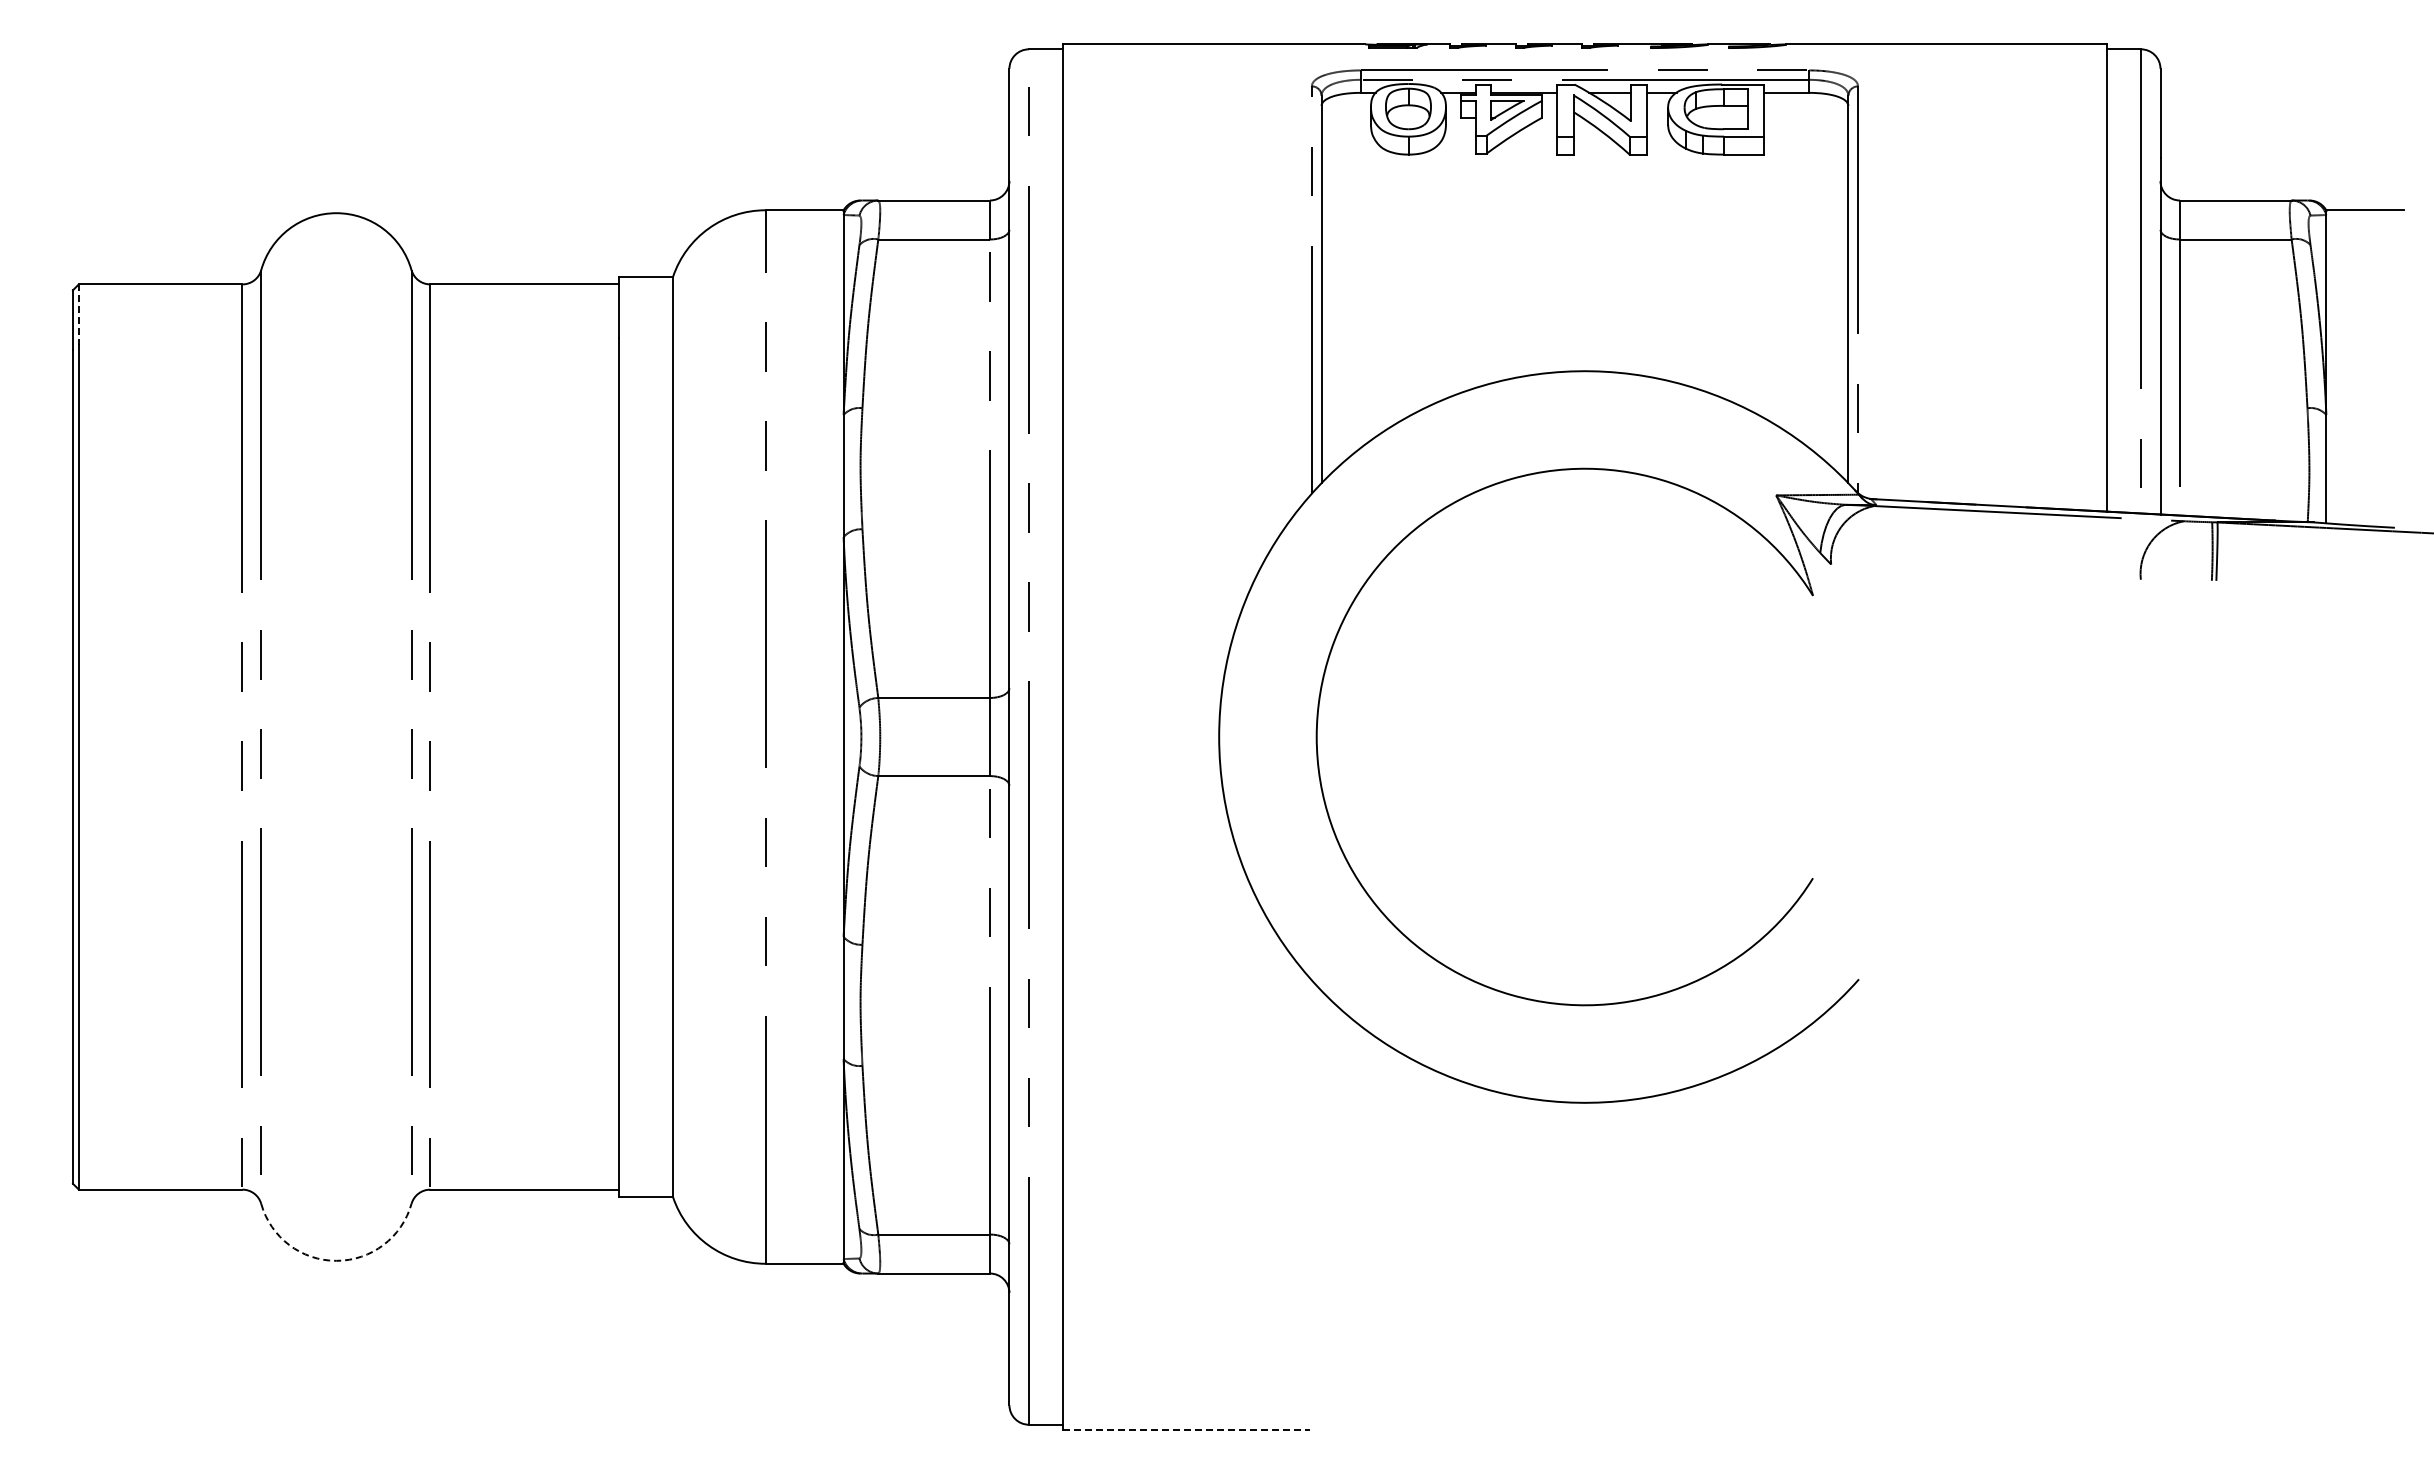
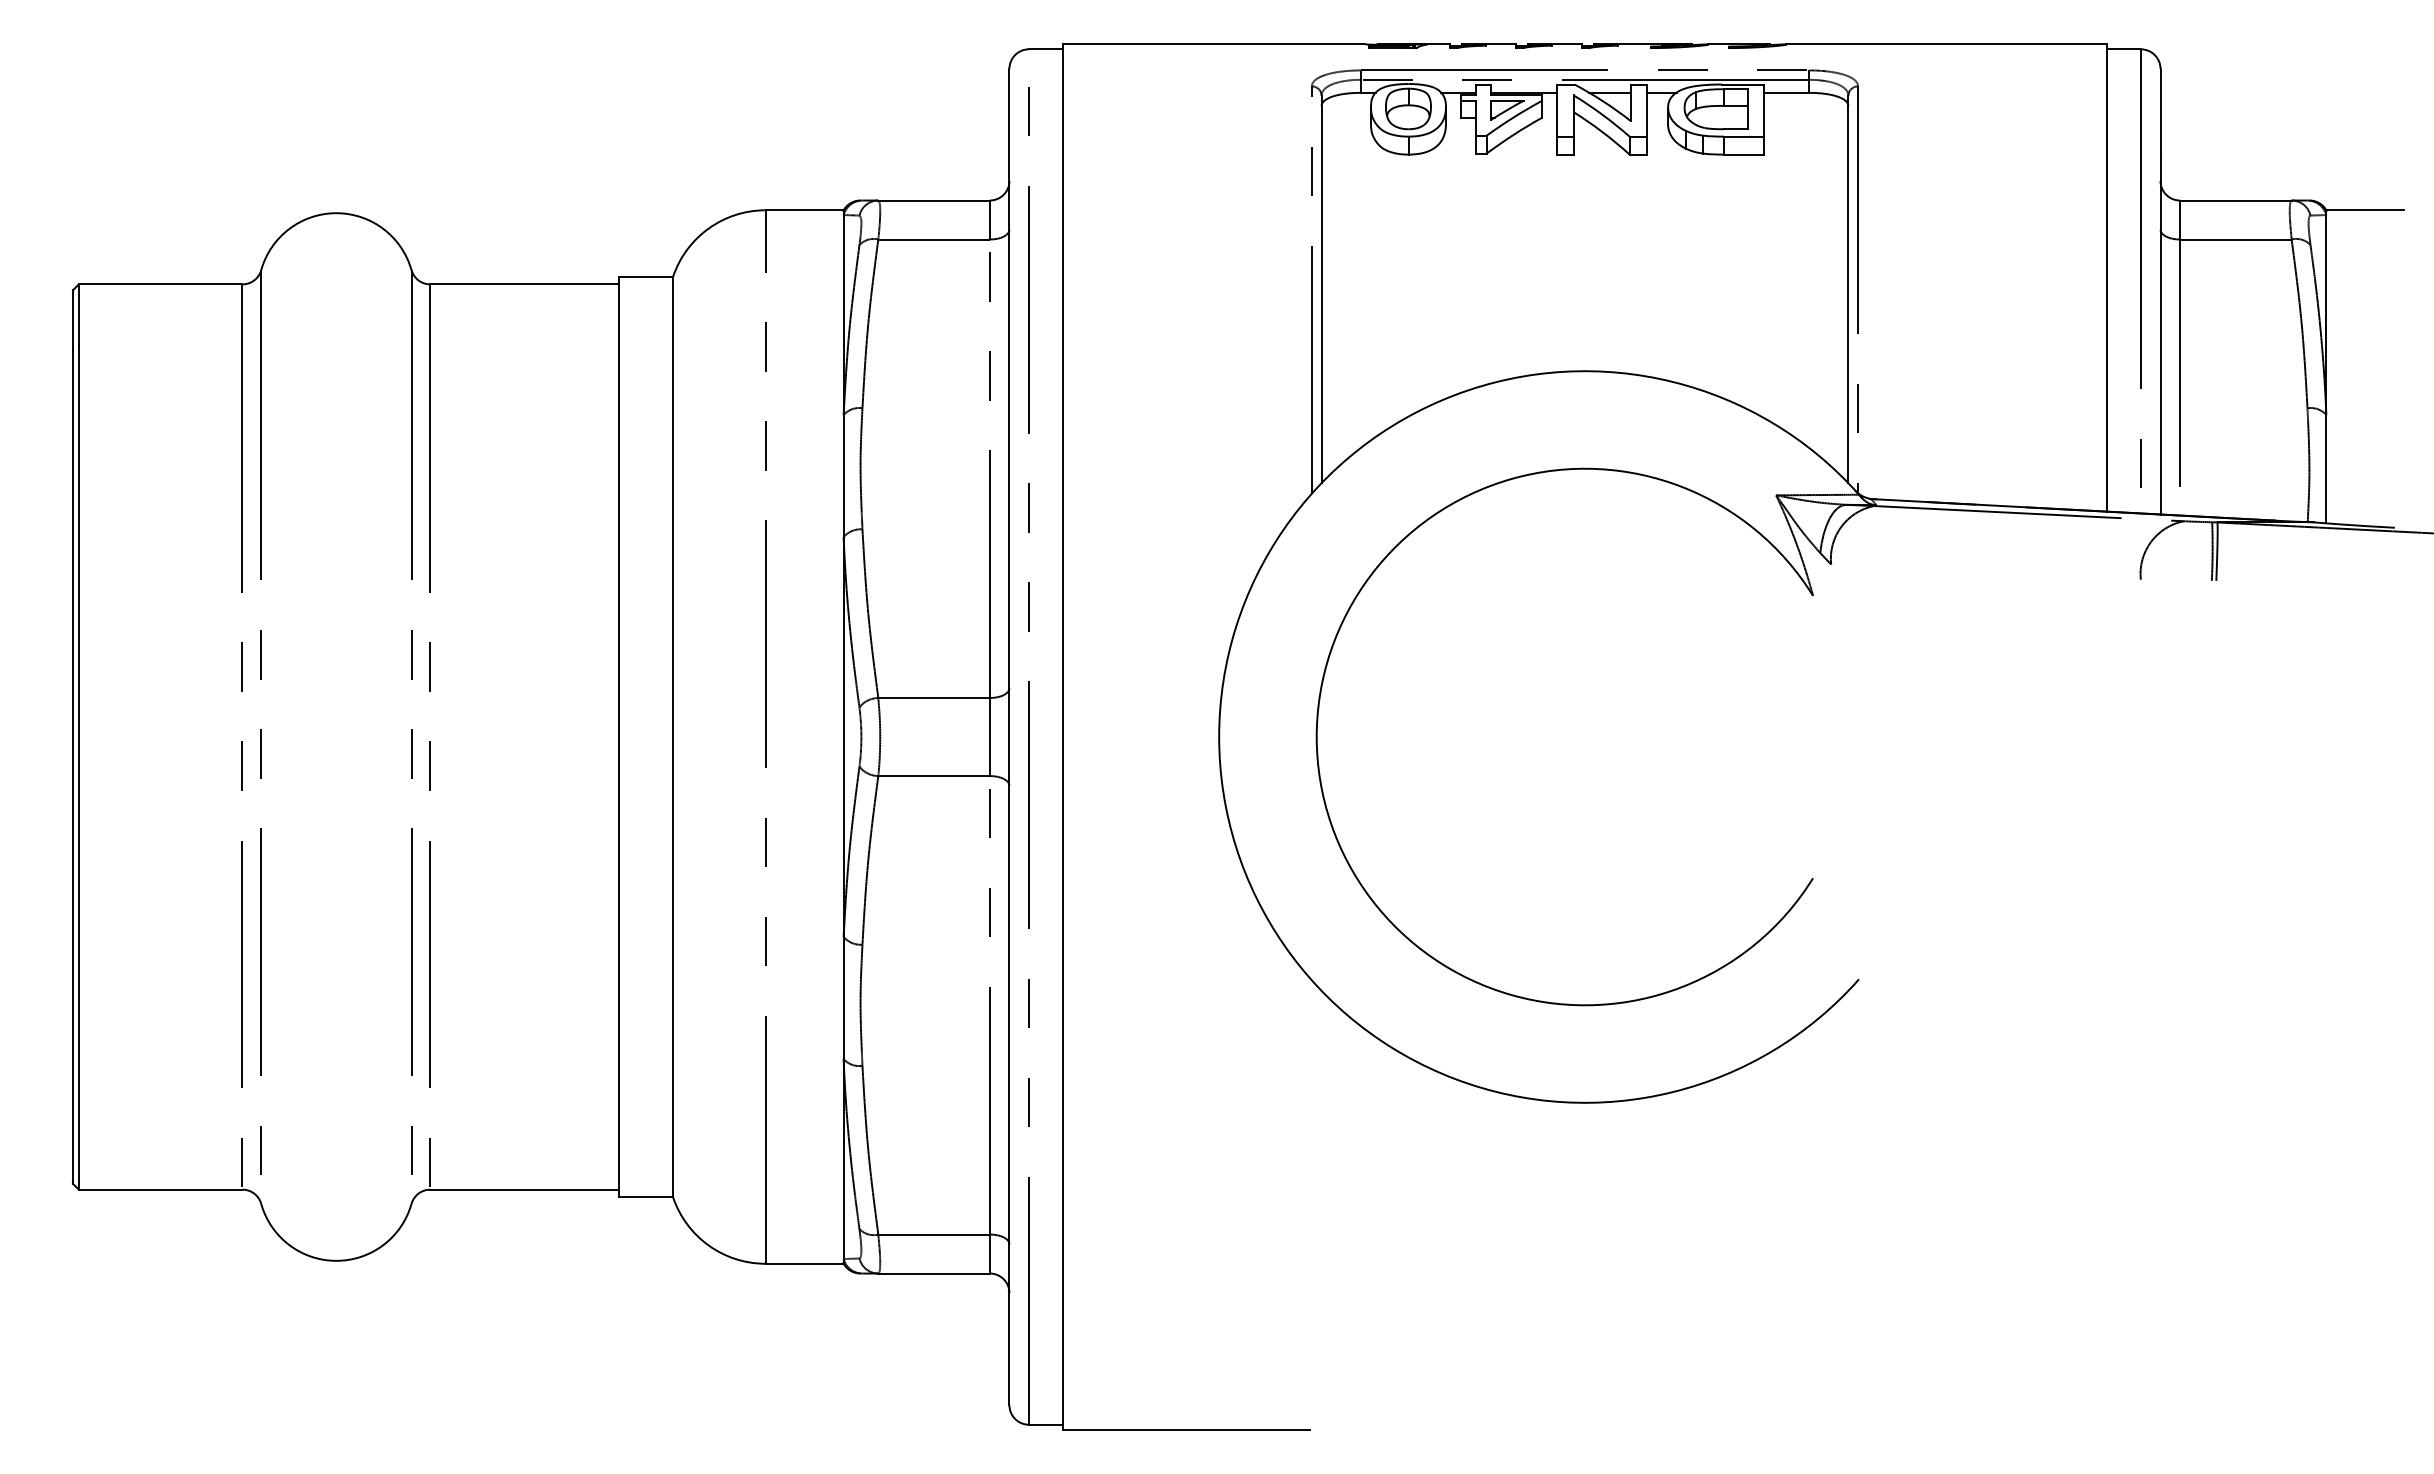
line at (78, 315): dashed -> solid
arc at (336, 1260): dashed -> solid
line at (1186, 1429): dashed -> solid
